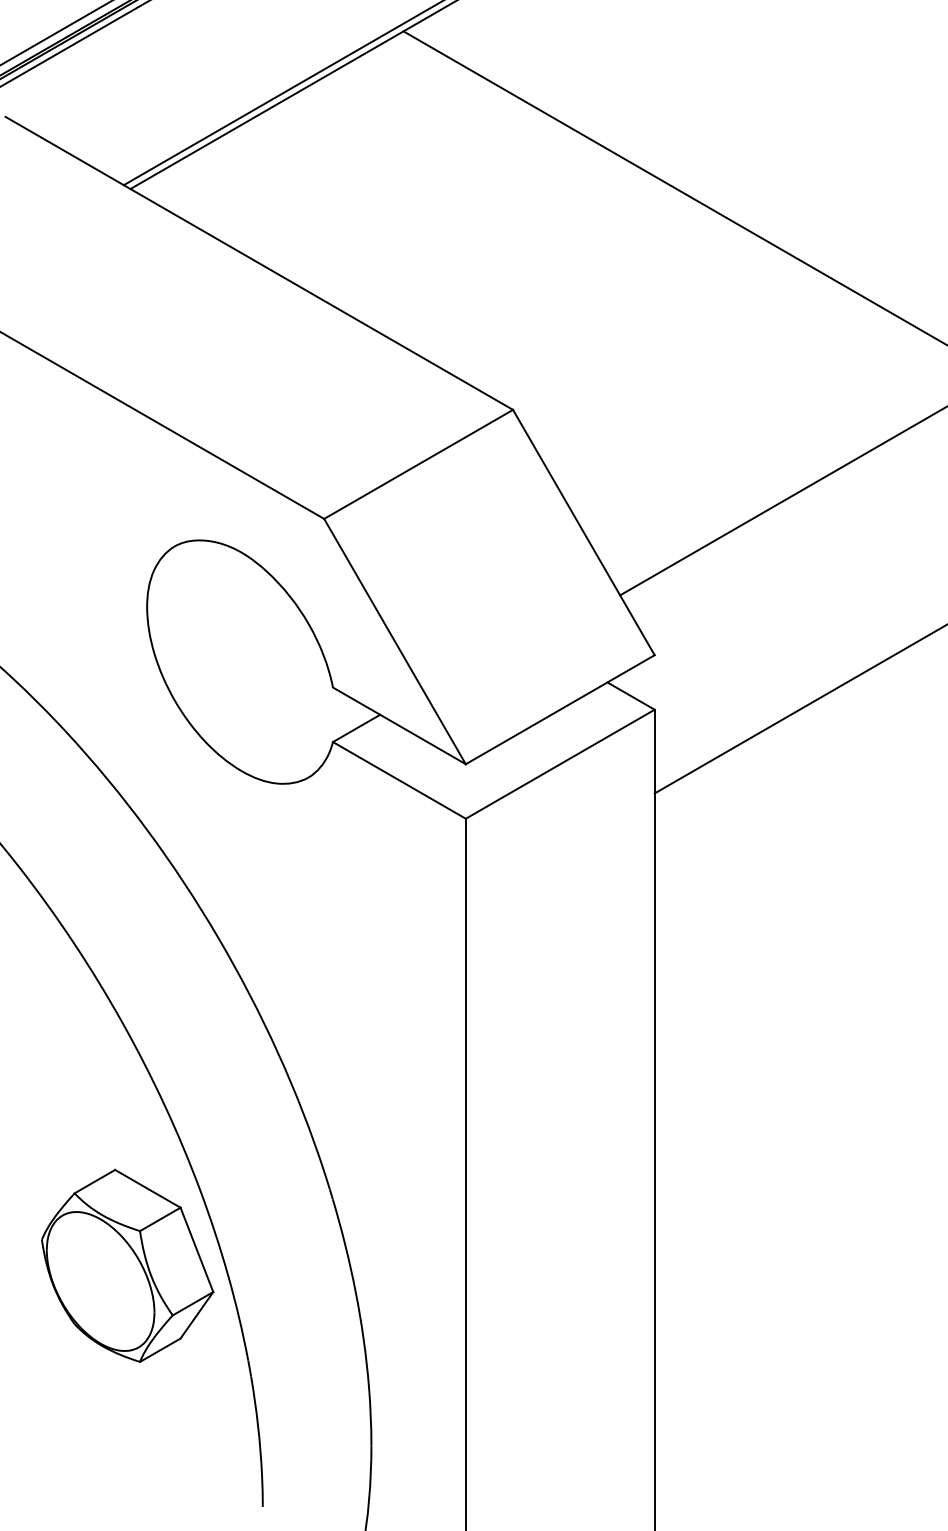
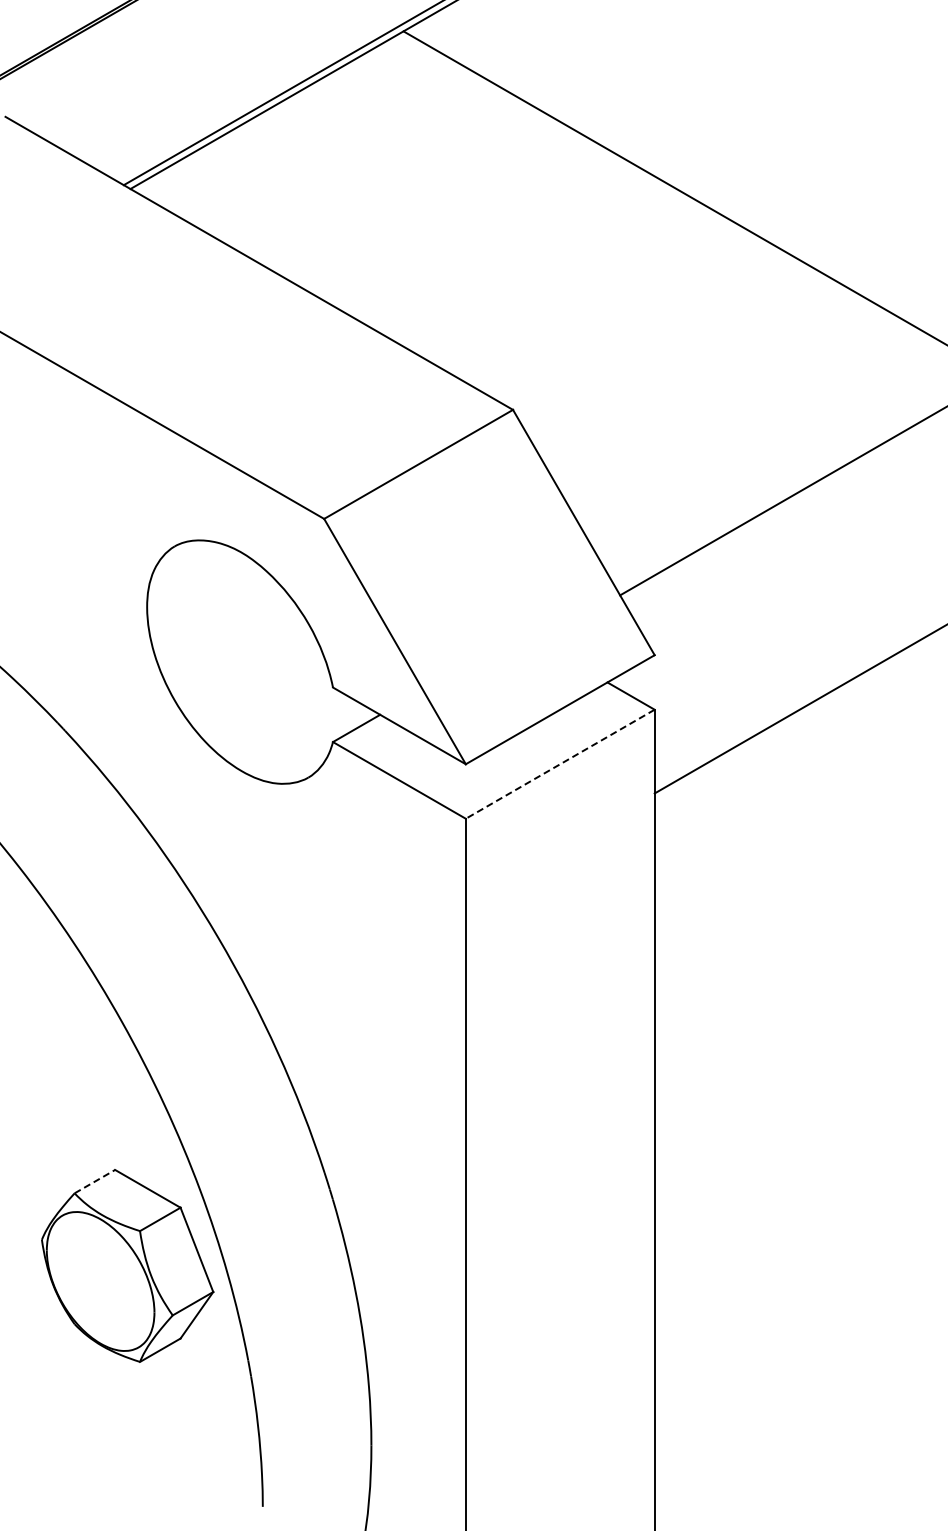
line at (55, 33): present -> none
line at (74, 43): present -> none
line at (559, 764): solid -> dashed
line at (95, 1181): solid -> dashed
